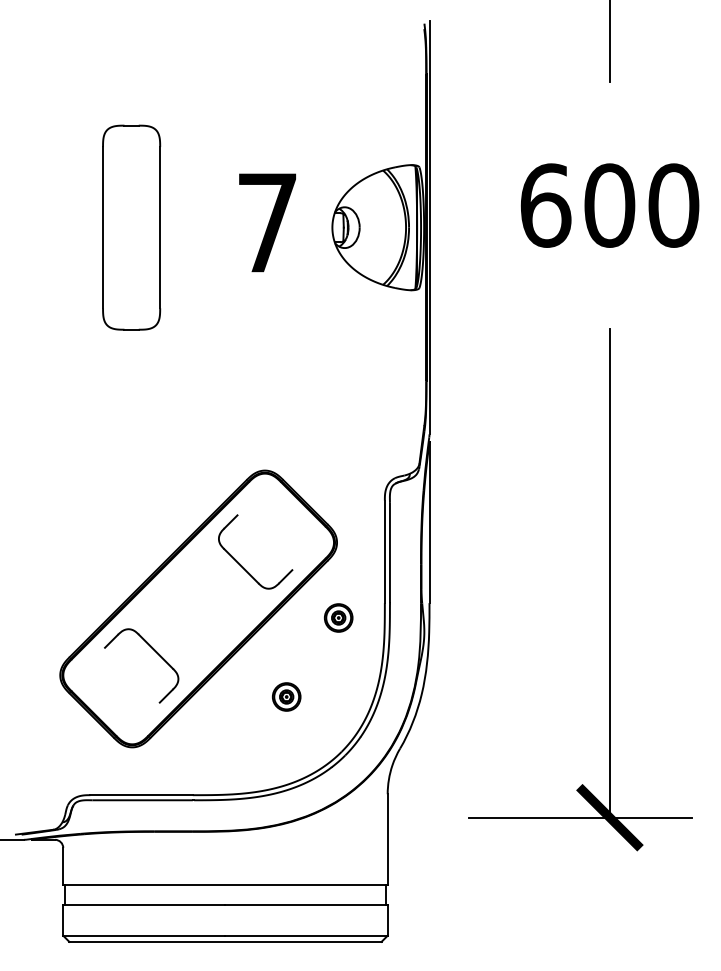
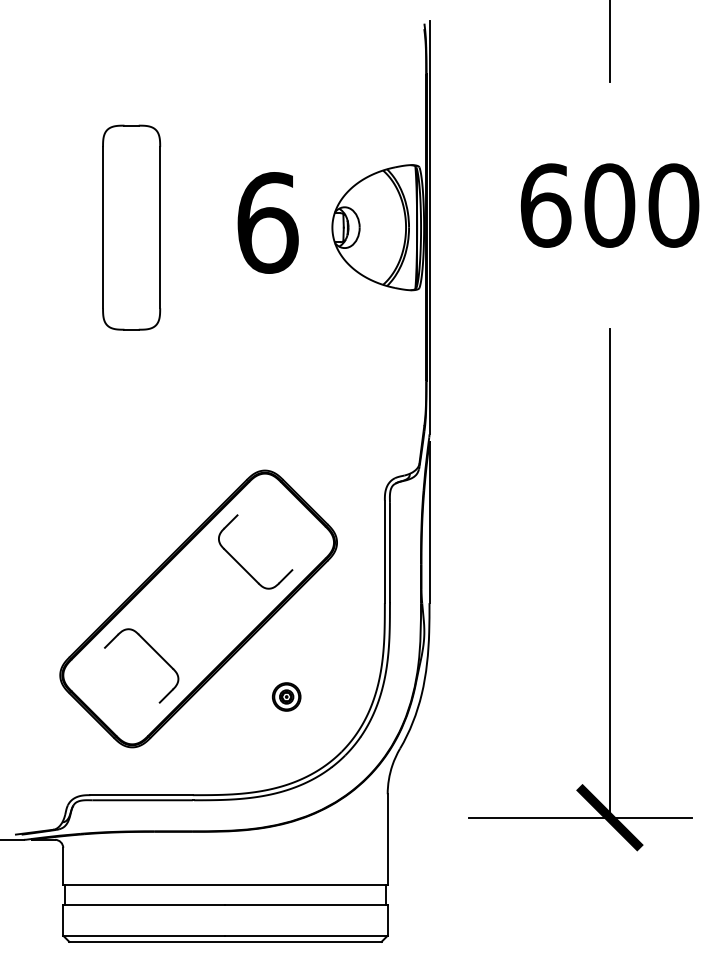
text at (267, 222): 7 -> 6
part at (338, 617): present -> none
